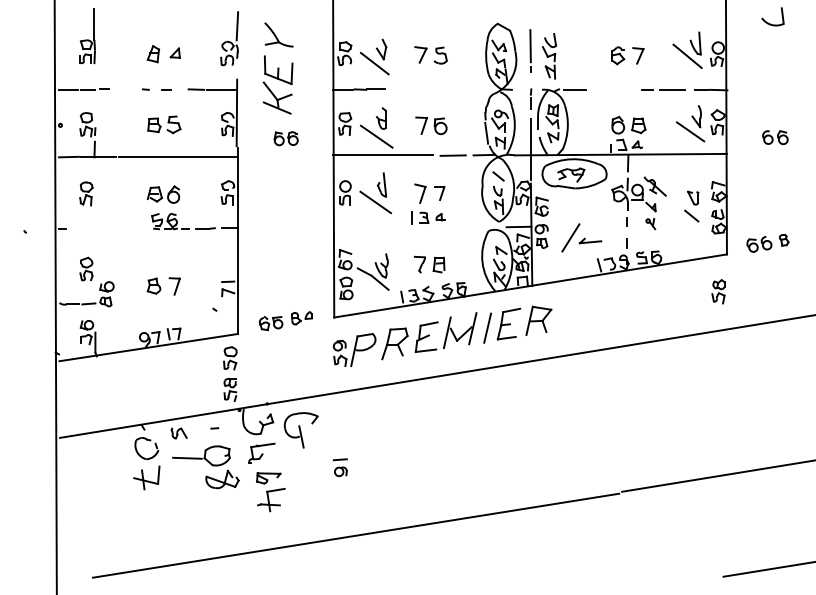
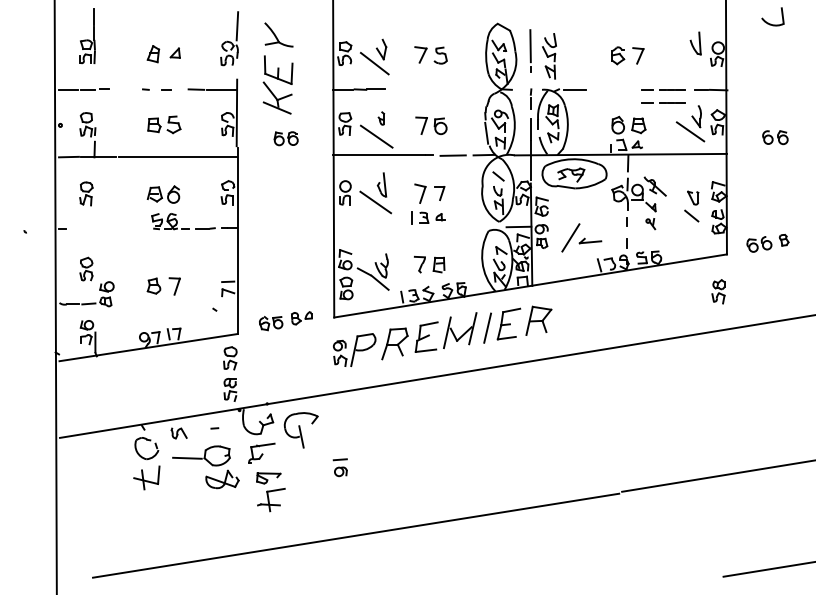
line at (687, 56): present -> none
line at (663, 102): none -> present
part at (381, 118) size: 11x23 px -> 9x15 px
